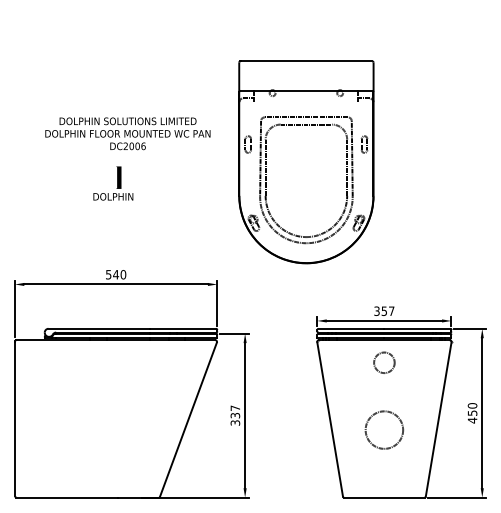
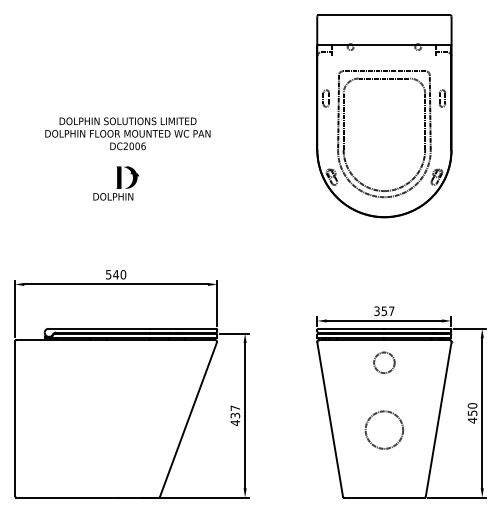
part at (306, 162) position: (306, 162) -> (384, 116)
fill at (131, 177): none -> present
text at (235, 423): 337 -> 437
